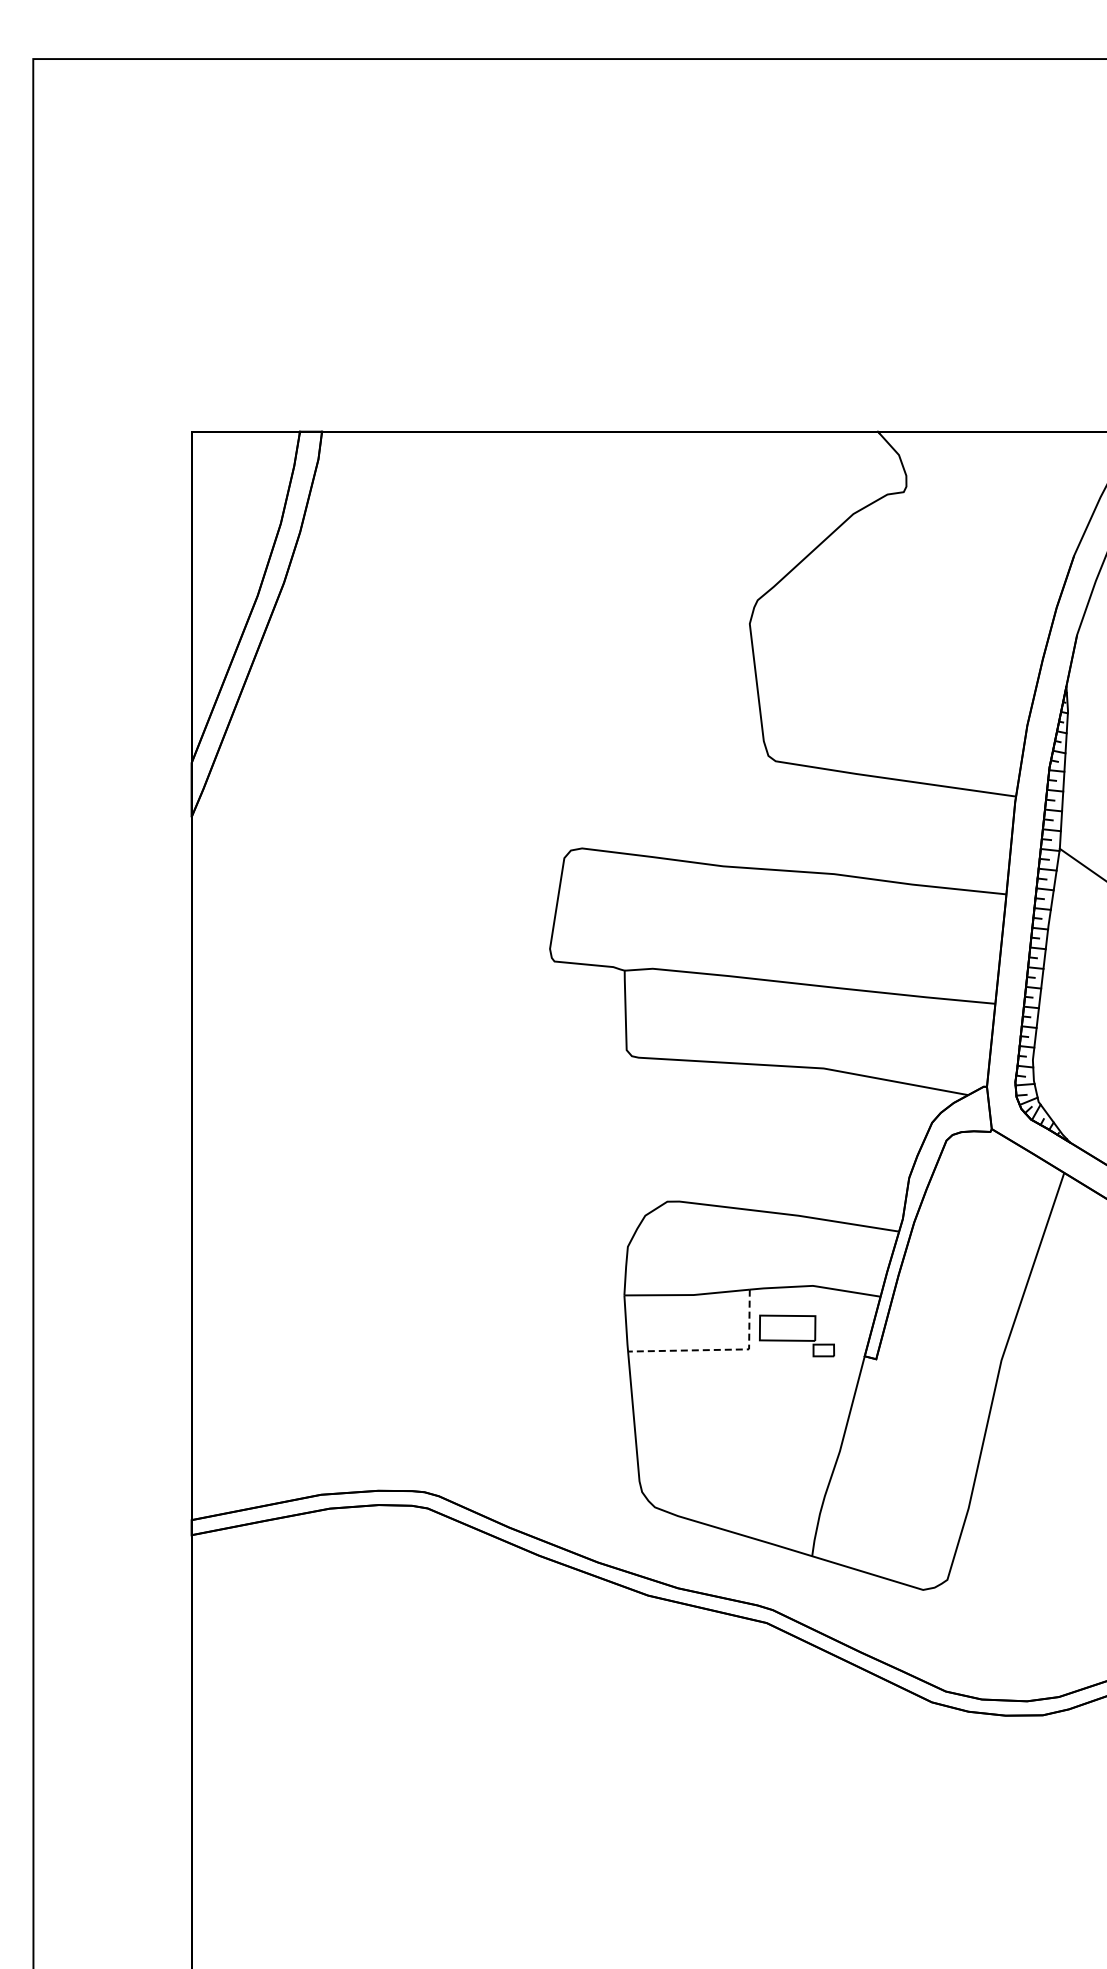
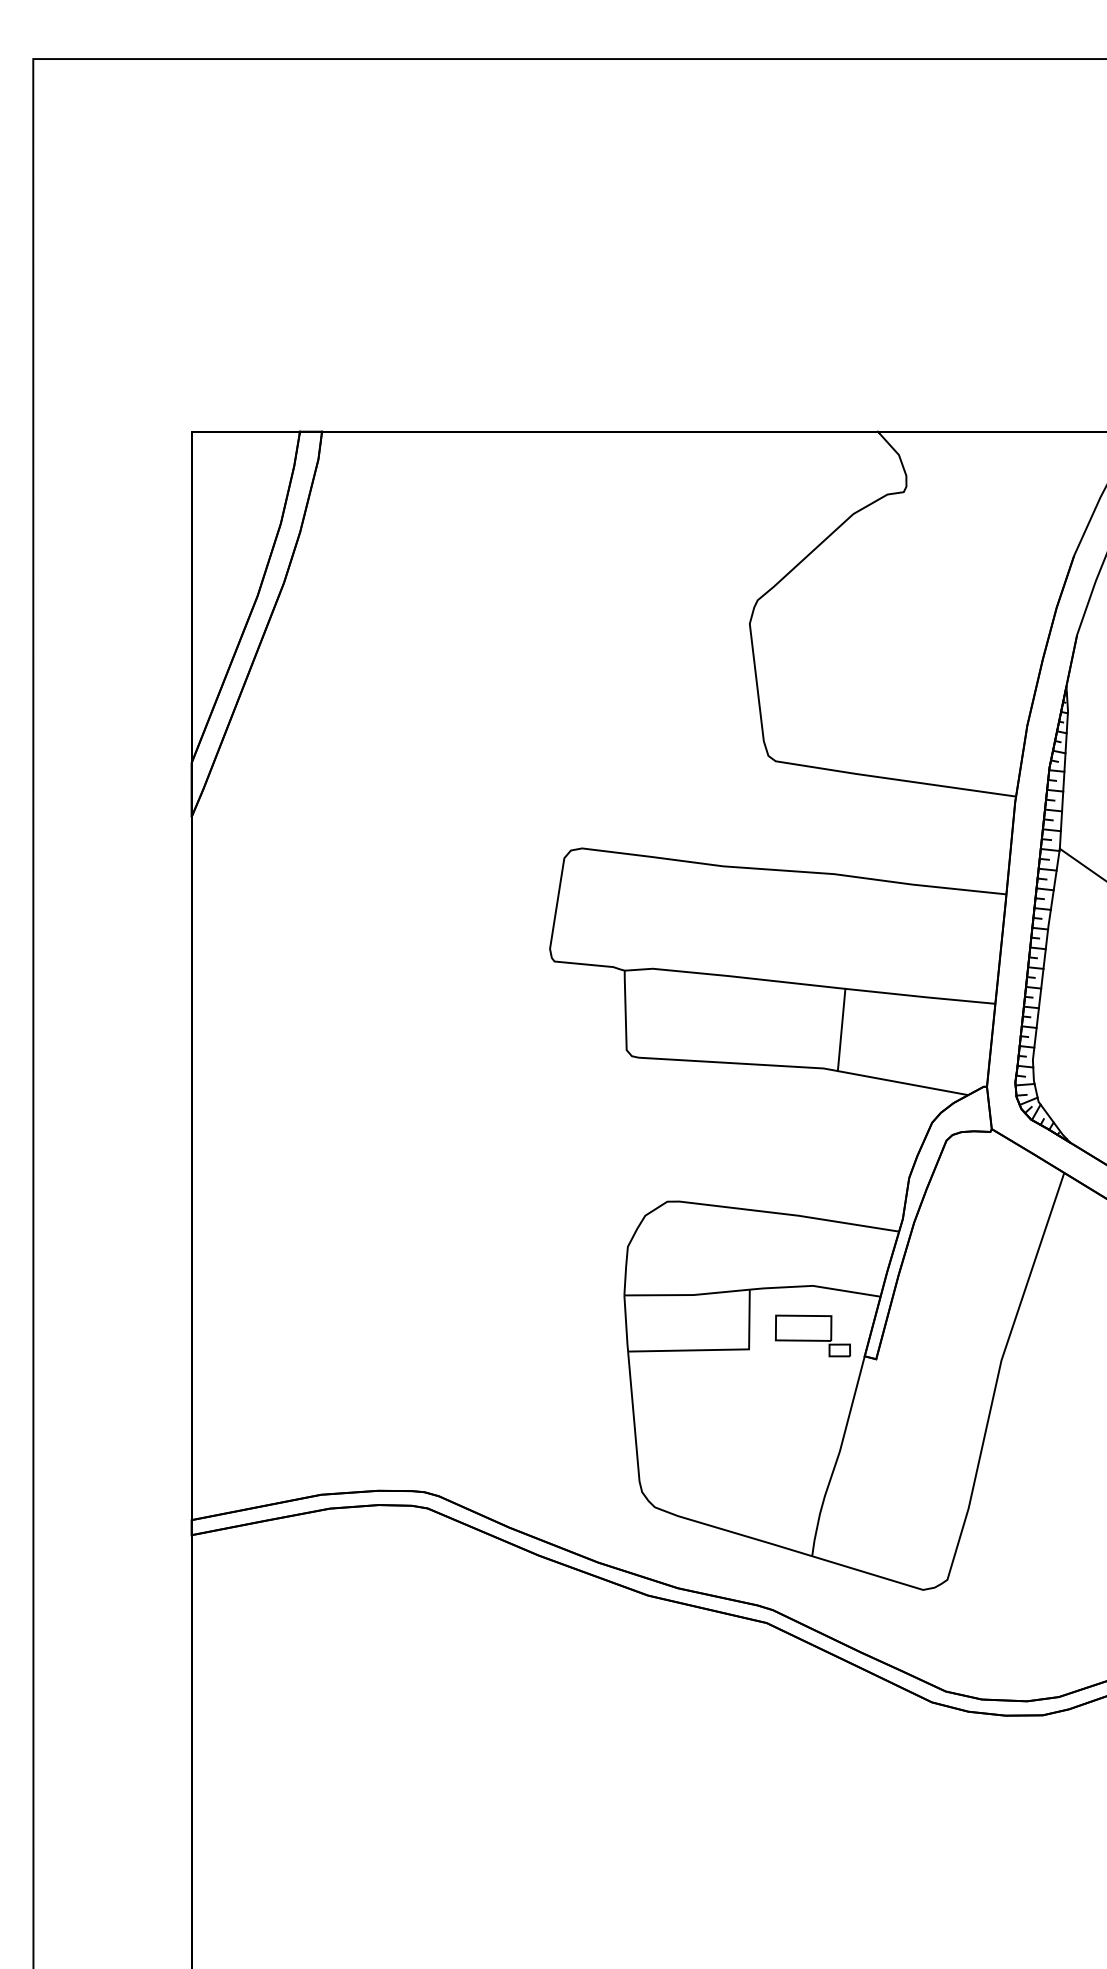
line at (841, 1029): none -> present
part at (796, 1335) position: (796, 1335) -> (812, 1335)
line at (719, 1349): dashed -> solid
